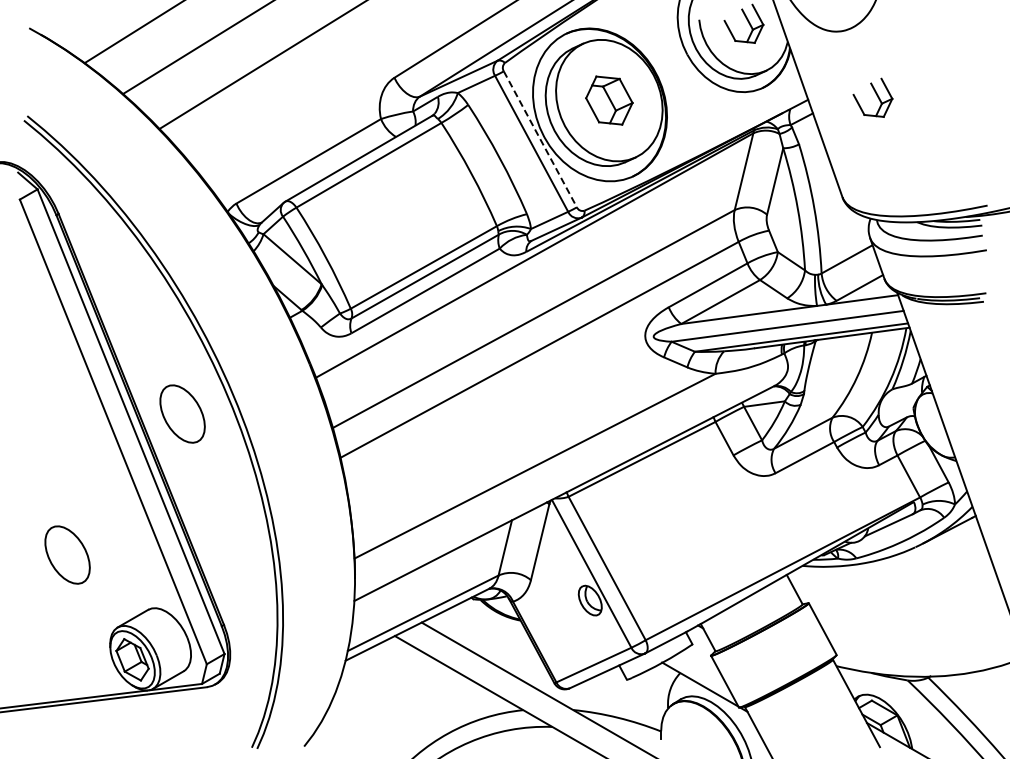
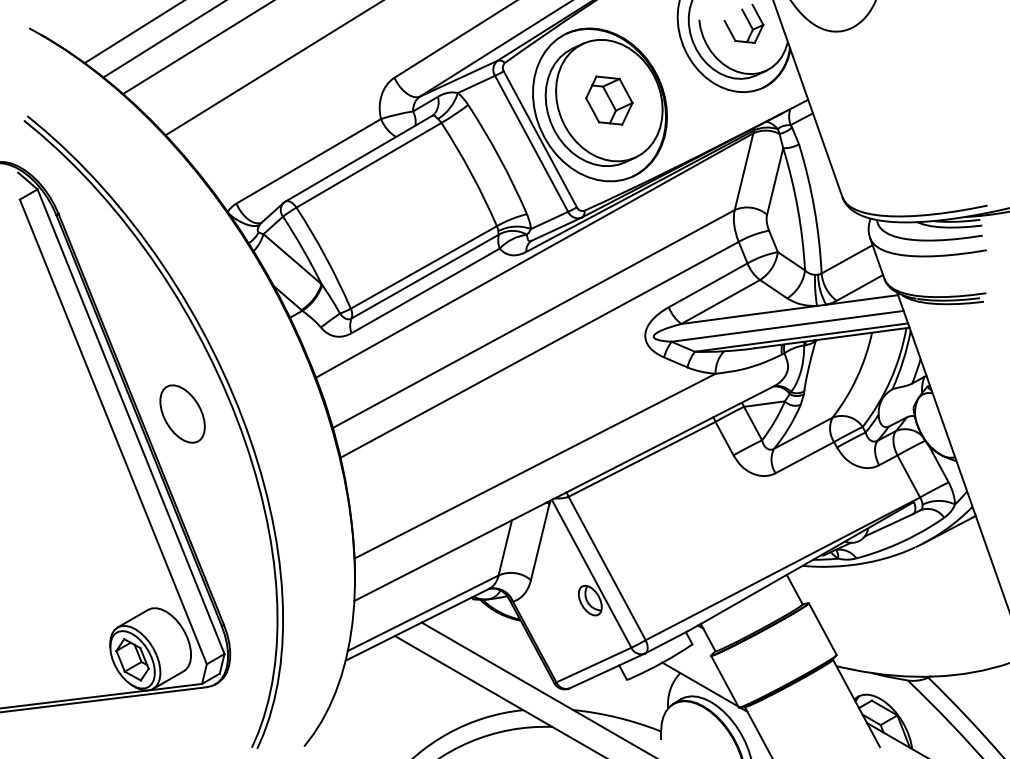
line at (163, 39): none -> present
line at (261, 65) position: (261, 65) -> (272, 68)
part at (872, 97): present -> none
line at (540, 139): dashed -> solid
part at (67, 554): present -> none
